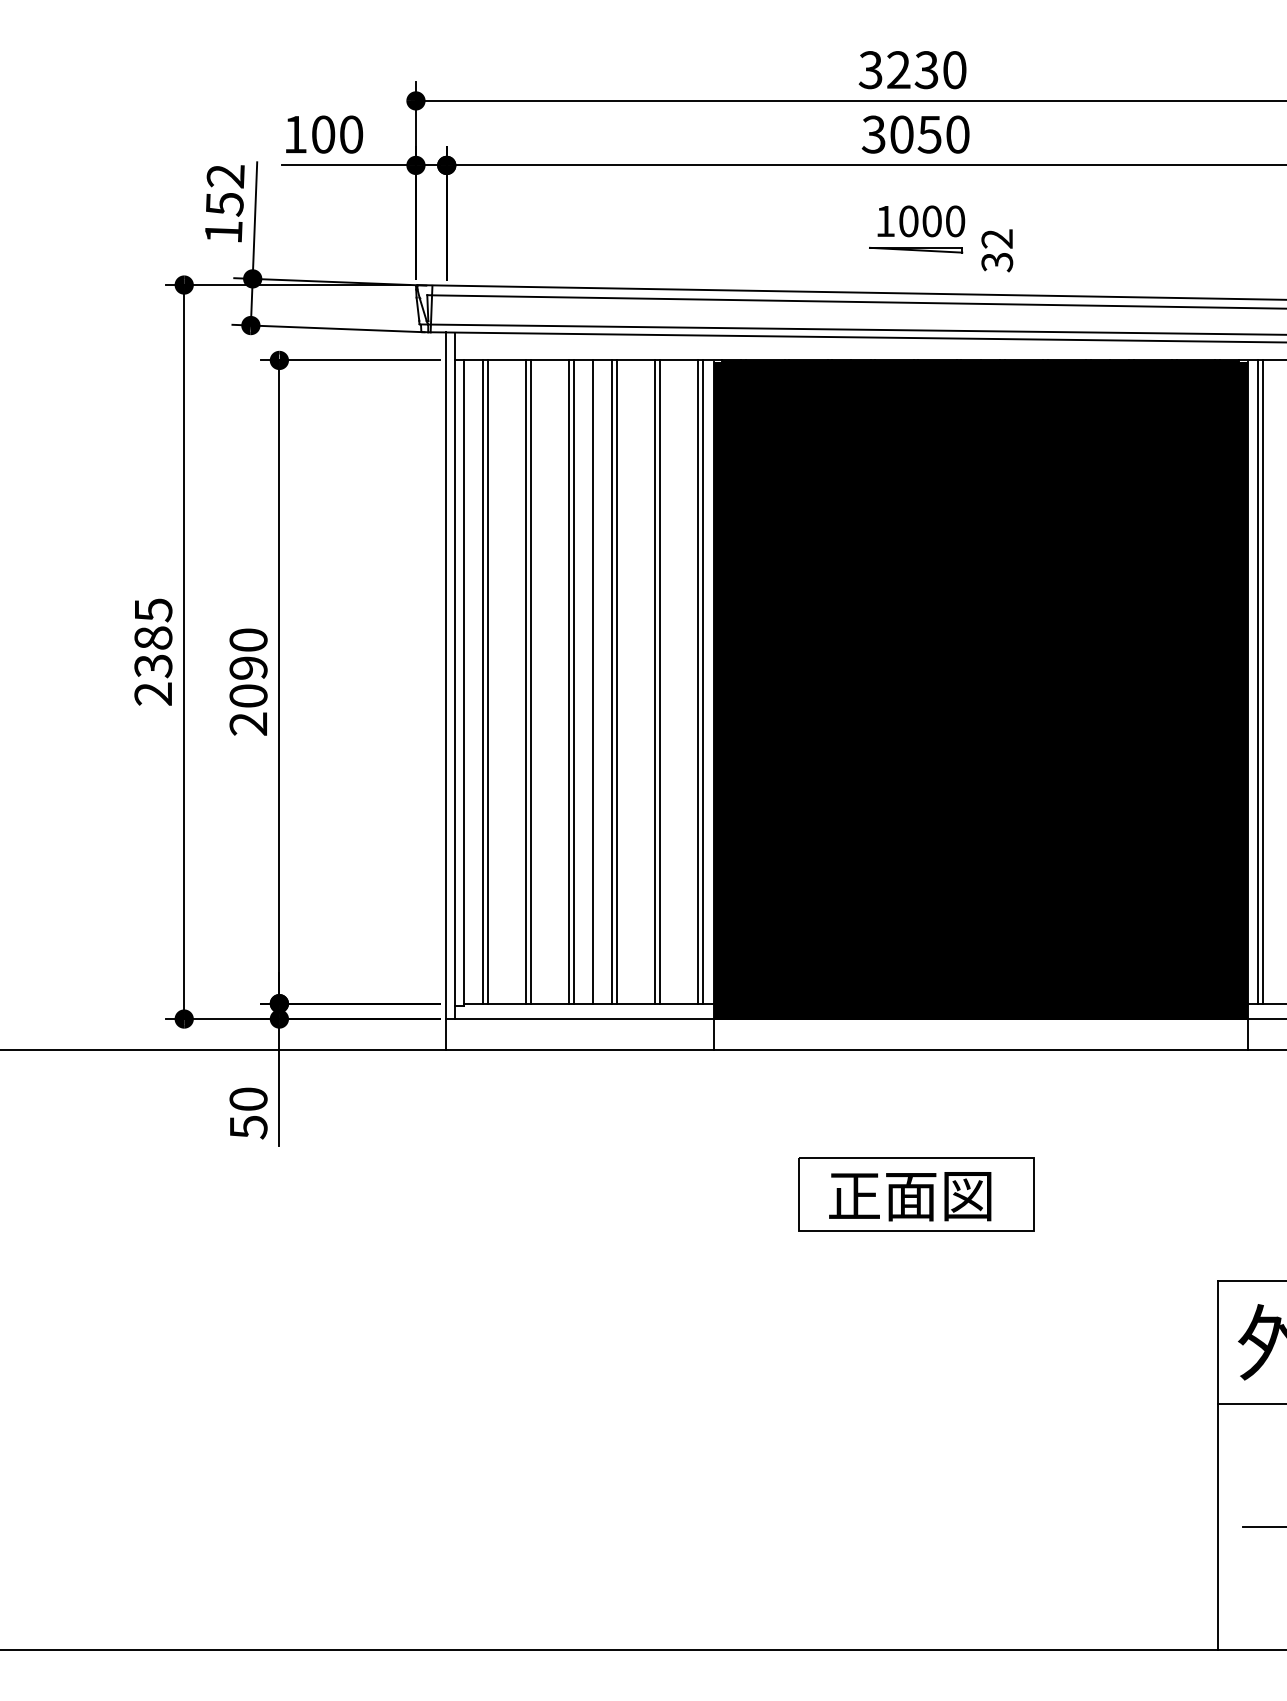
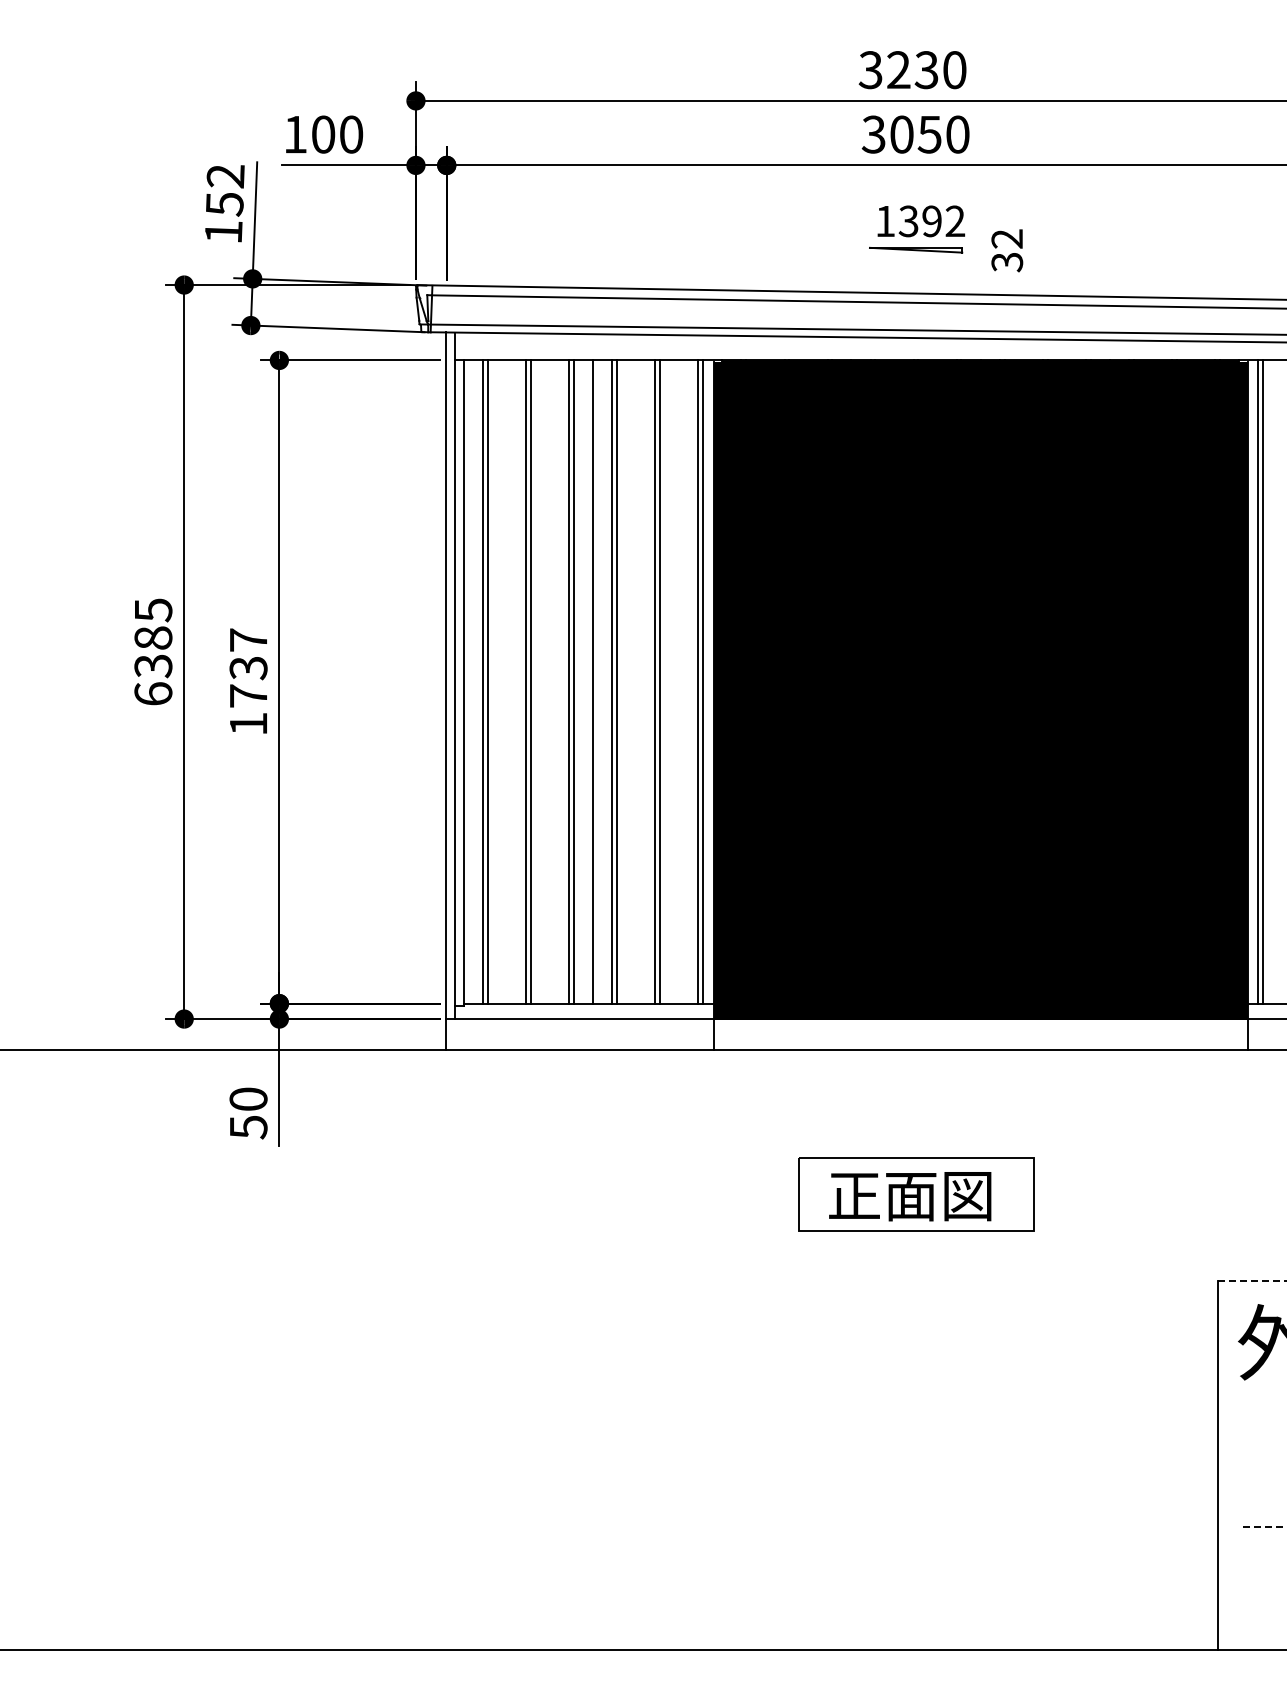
text at (931, 221): 1000 -> 1392
text at (997, 250) position: (997, 250) -> (1007, 250)
text at (248, 681): 2090 -> 1737
text at (153, 693): 2385 -> 6385
line at (1252, 1280): solid -> dashed
line at (1250, 1403): present -> none
line at (1264, 1526): solid -> dashed
